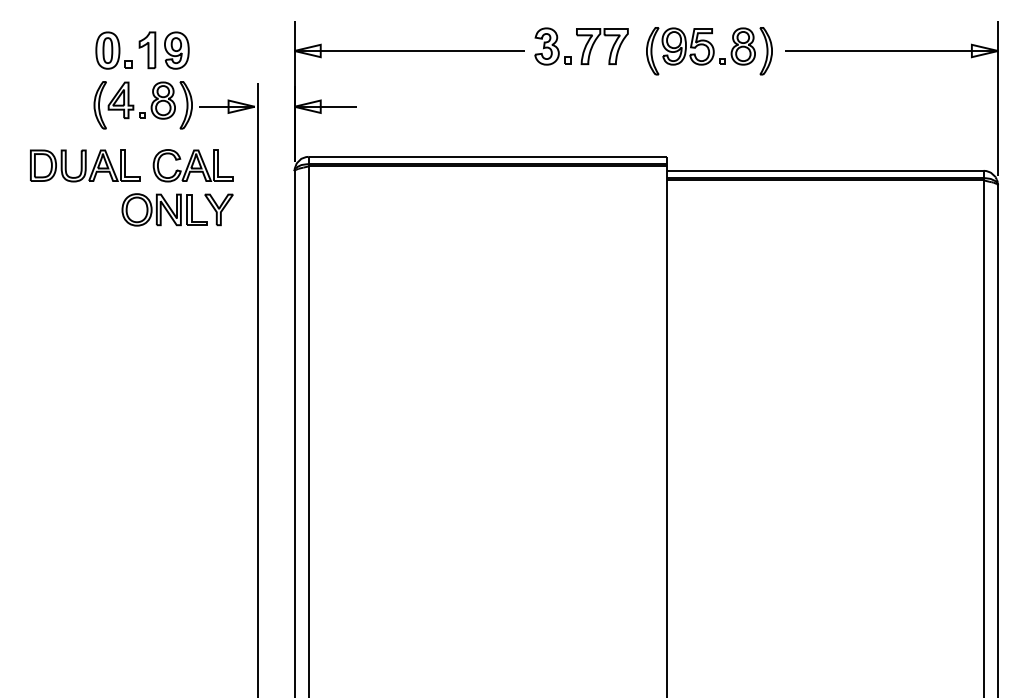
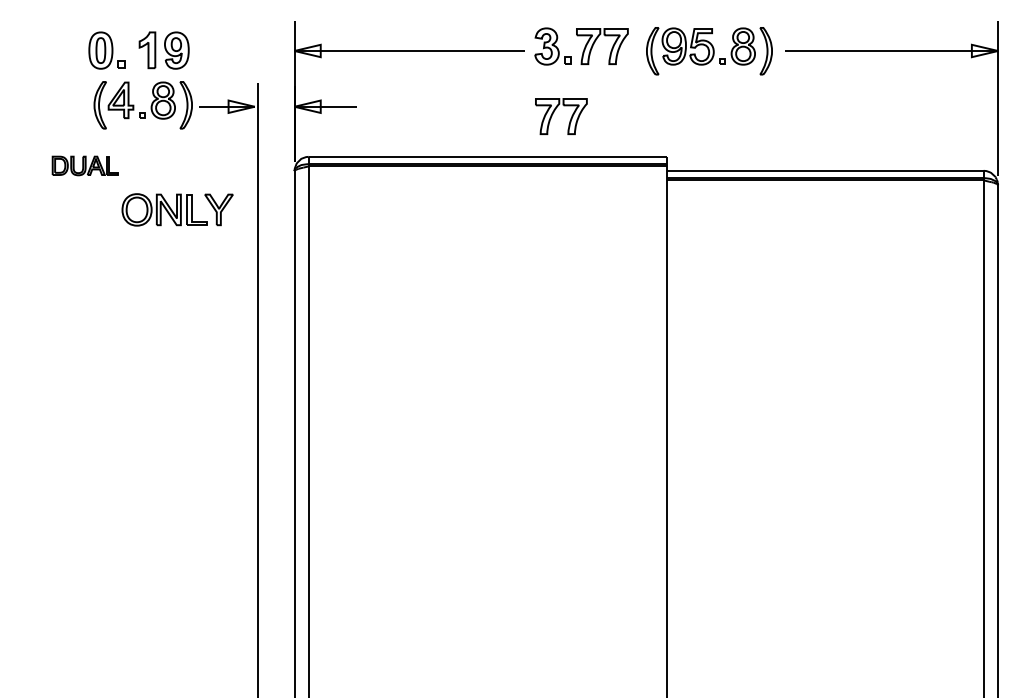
part at (113, 50) position: (113, 50) -> (106, 50)
part at (554, 112): none -> present
part at (85, 165) size: 111x34 px -> 68x22 px
part at (192, 165): present -> none
